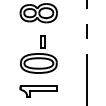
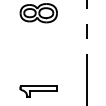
part at (38, 54): present -> none
